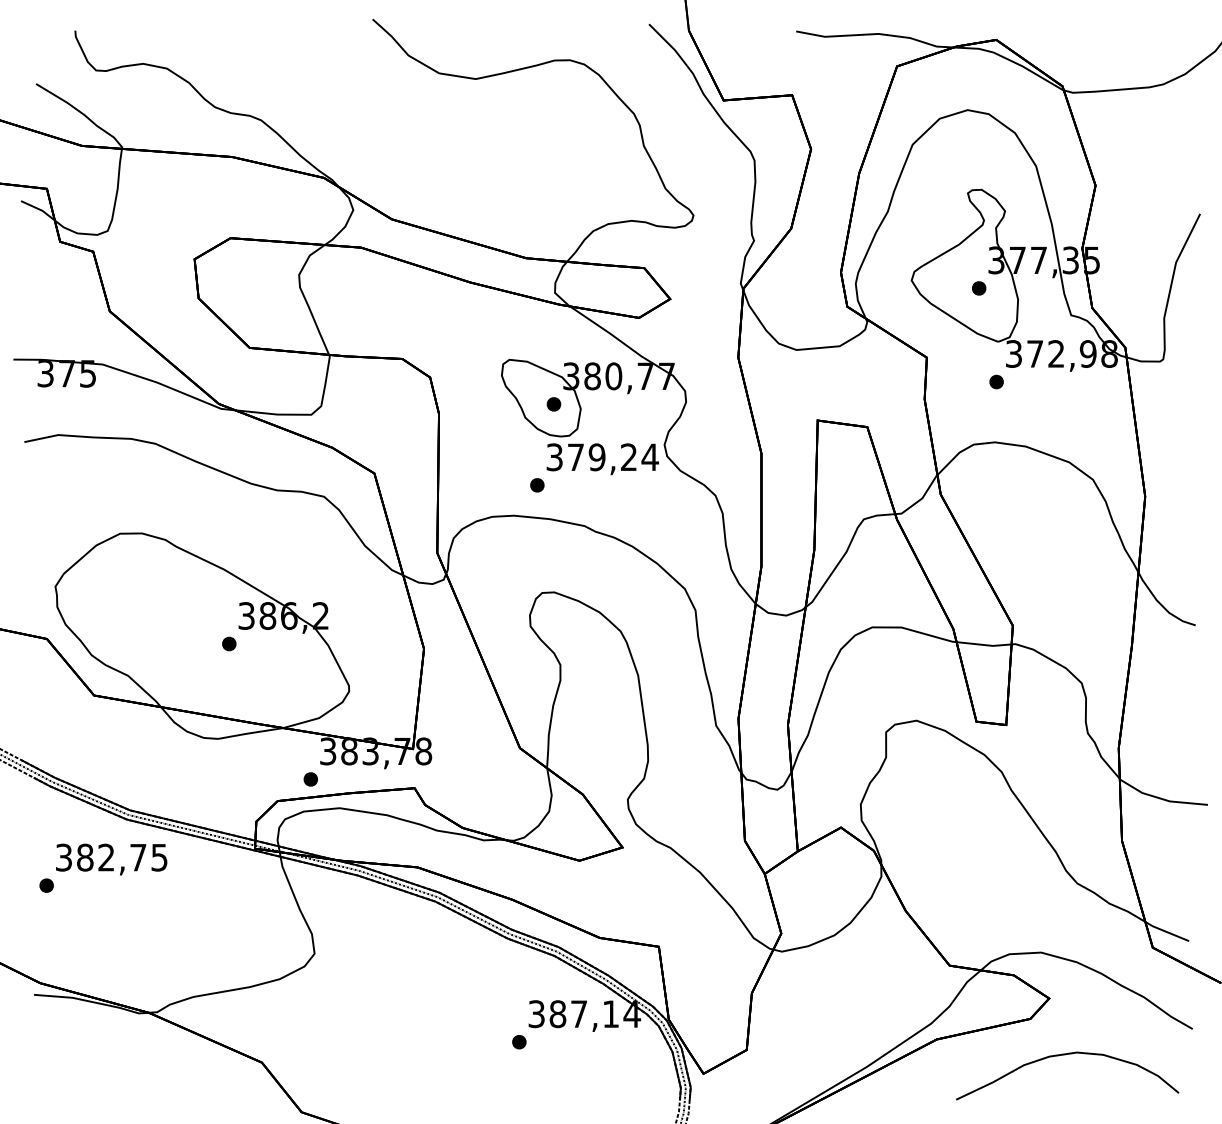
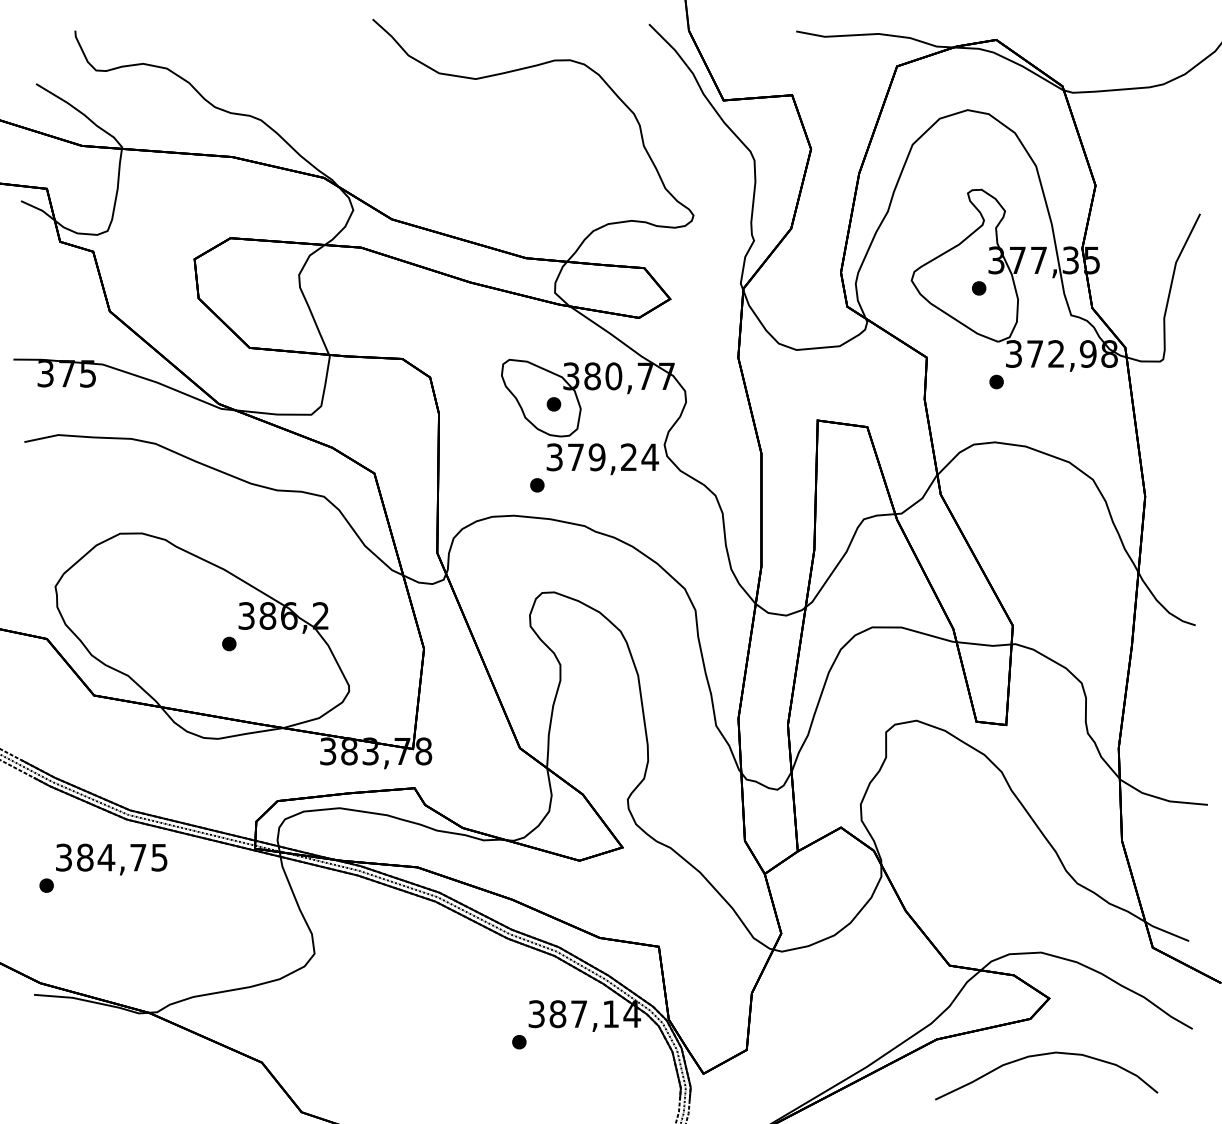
part at (310, 779): present -> none
text at (106, 857): 382,75 -> 384,75
curve at (1065, 1055) position: (1065, 1055) -> (1044, 1055)
